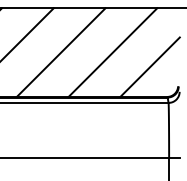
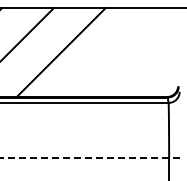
line at (112, 52): present -> none
line at (149, 66): present -> none
line at (90, 158): solid -> dashed
